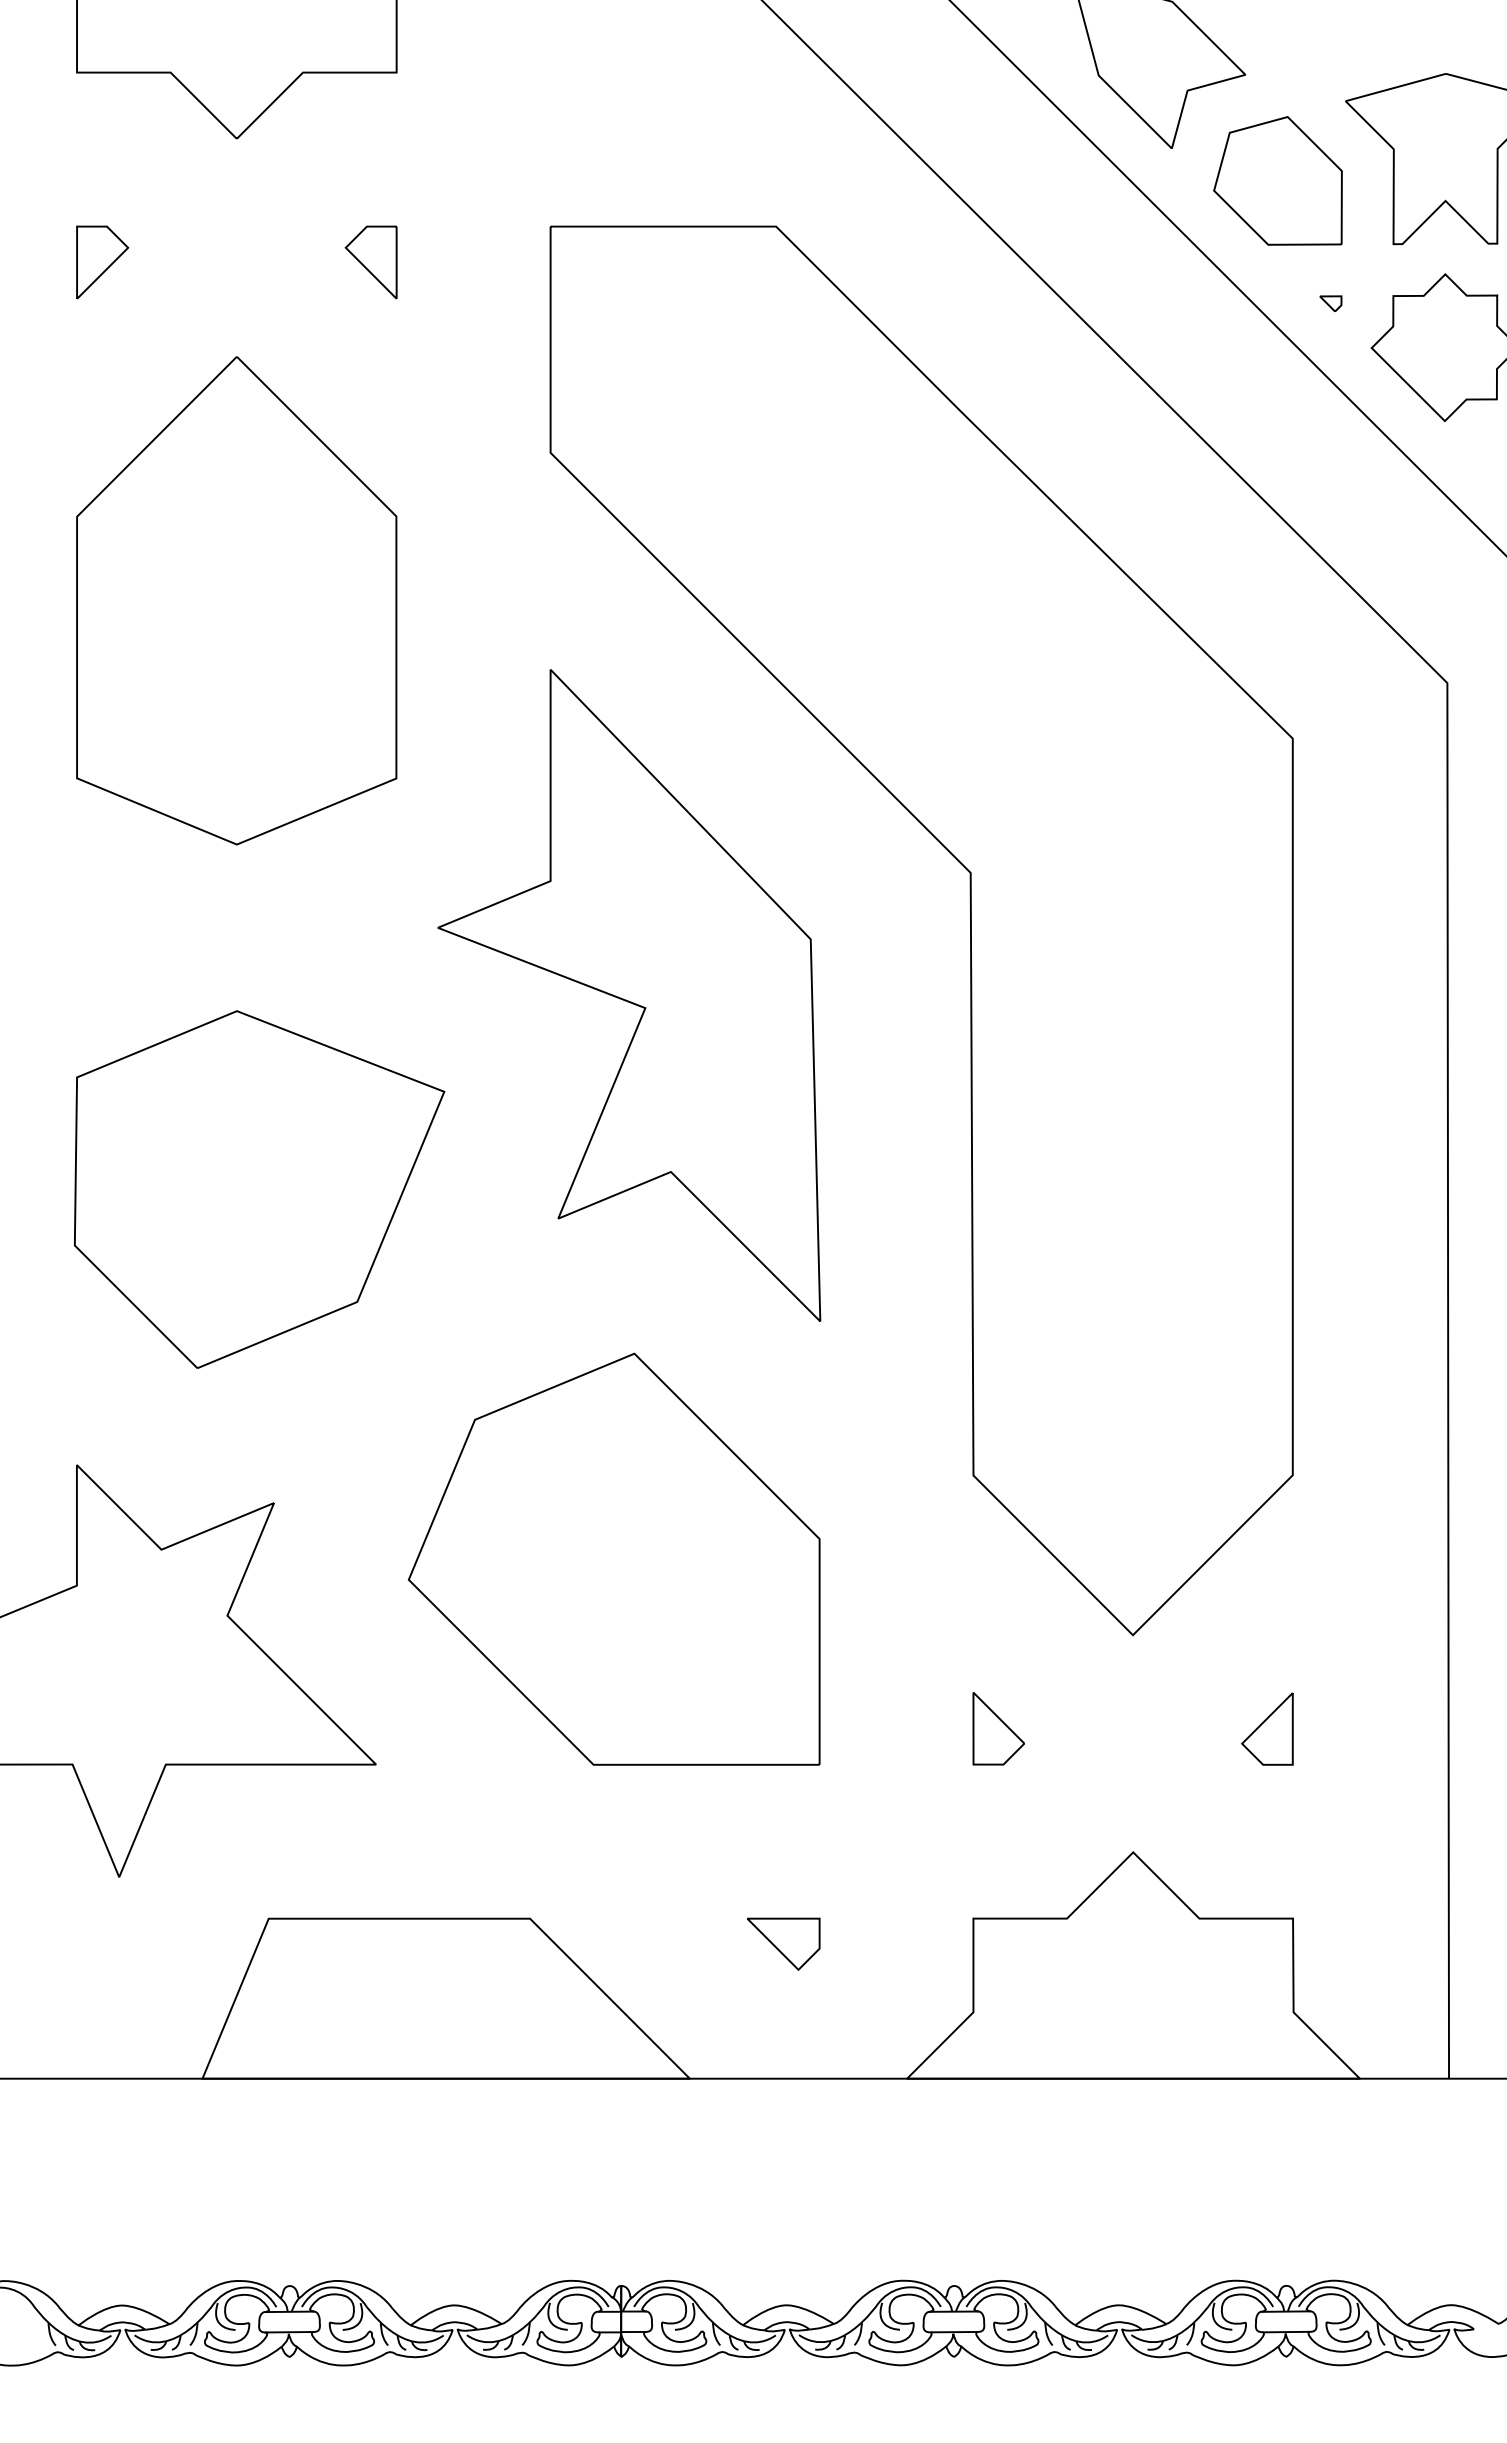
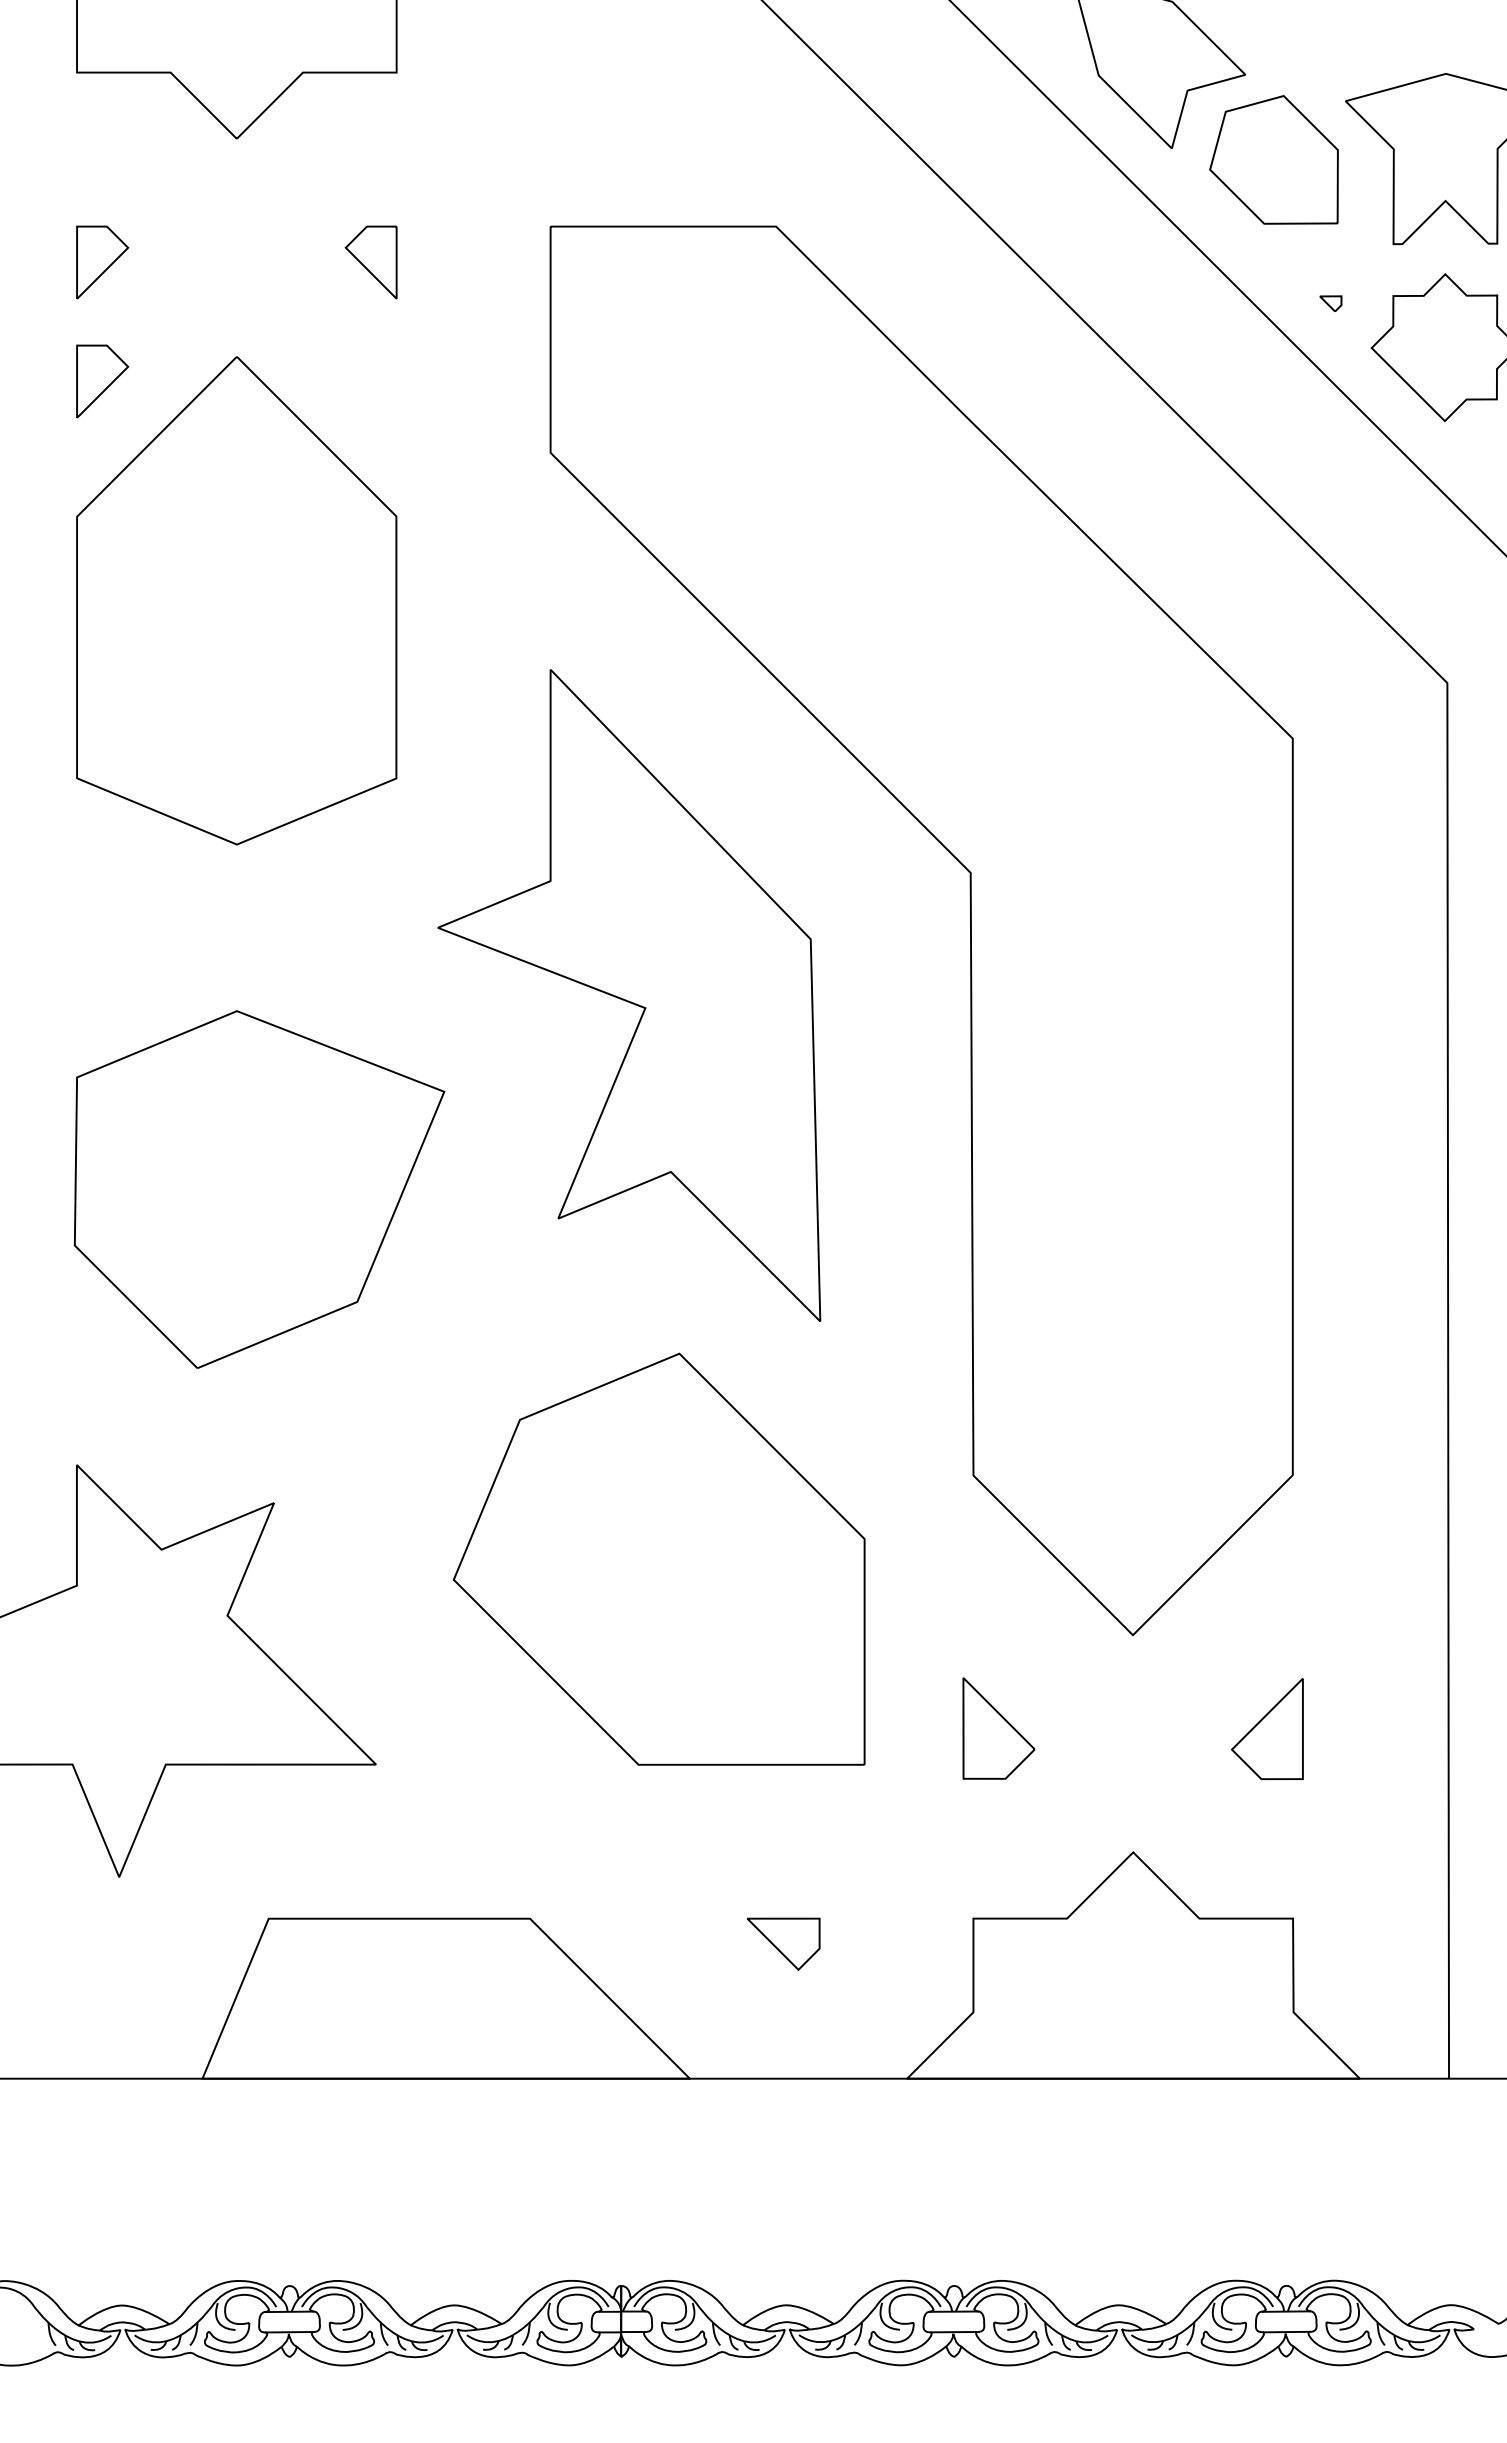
part at (1277, 180) position: (1277, 180) -> (1273, 159)
part at (102, 381): none -> present
part at (614, 1558) position: (614, 1558) -> (659, 1558)
part at (998, 1728) size: 53x74 px -> 74x103 px
part at (1267, 1728) size: 53x74 px -> 74x102 px
